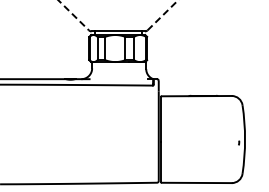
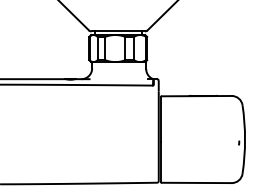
line at (74, 15): dashed -> solid
line at (163, 15): dashed -> solid
